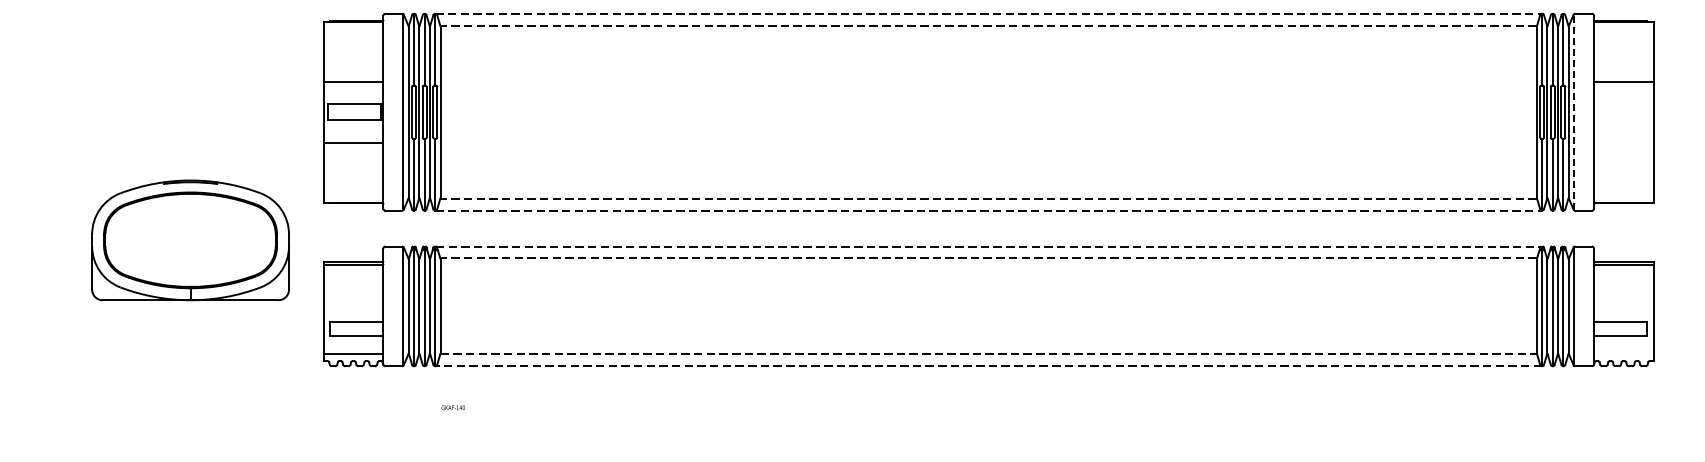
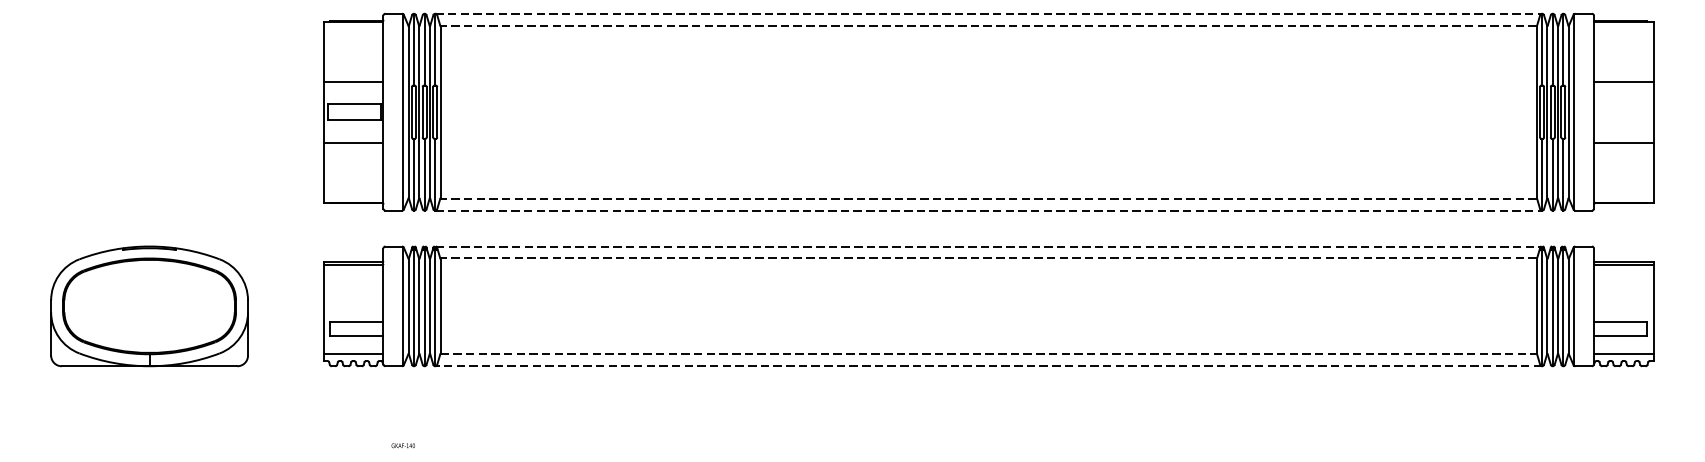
line at (1574, 112): dashed -> solid
line at (1623, 142): none -> present
part at (190, 240) position: (190, 240) -> (149, 306)
line at (1623, 354): none -> present
text at (452, 407) position: (452, 407) -> (402, 445)
